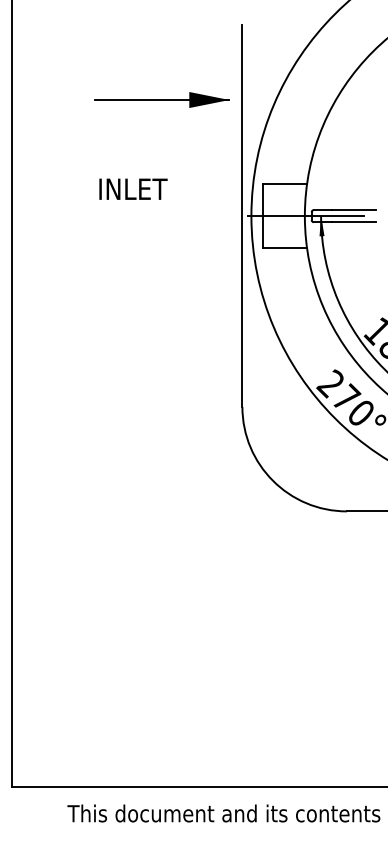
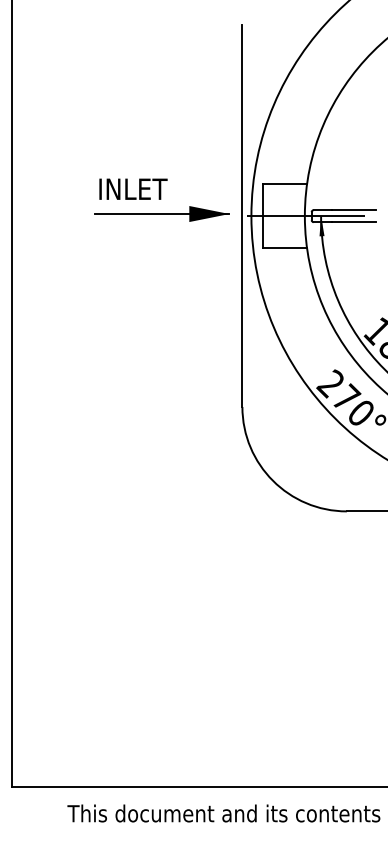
part at (161, 99) position: (161, 99) -> (161, 213)
